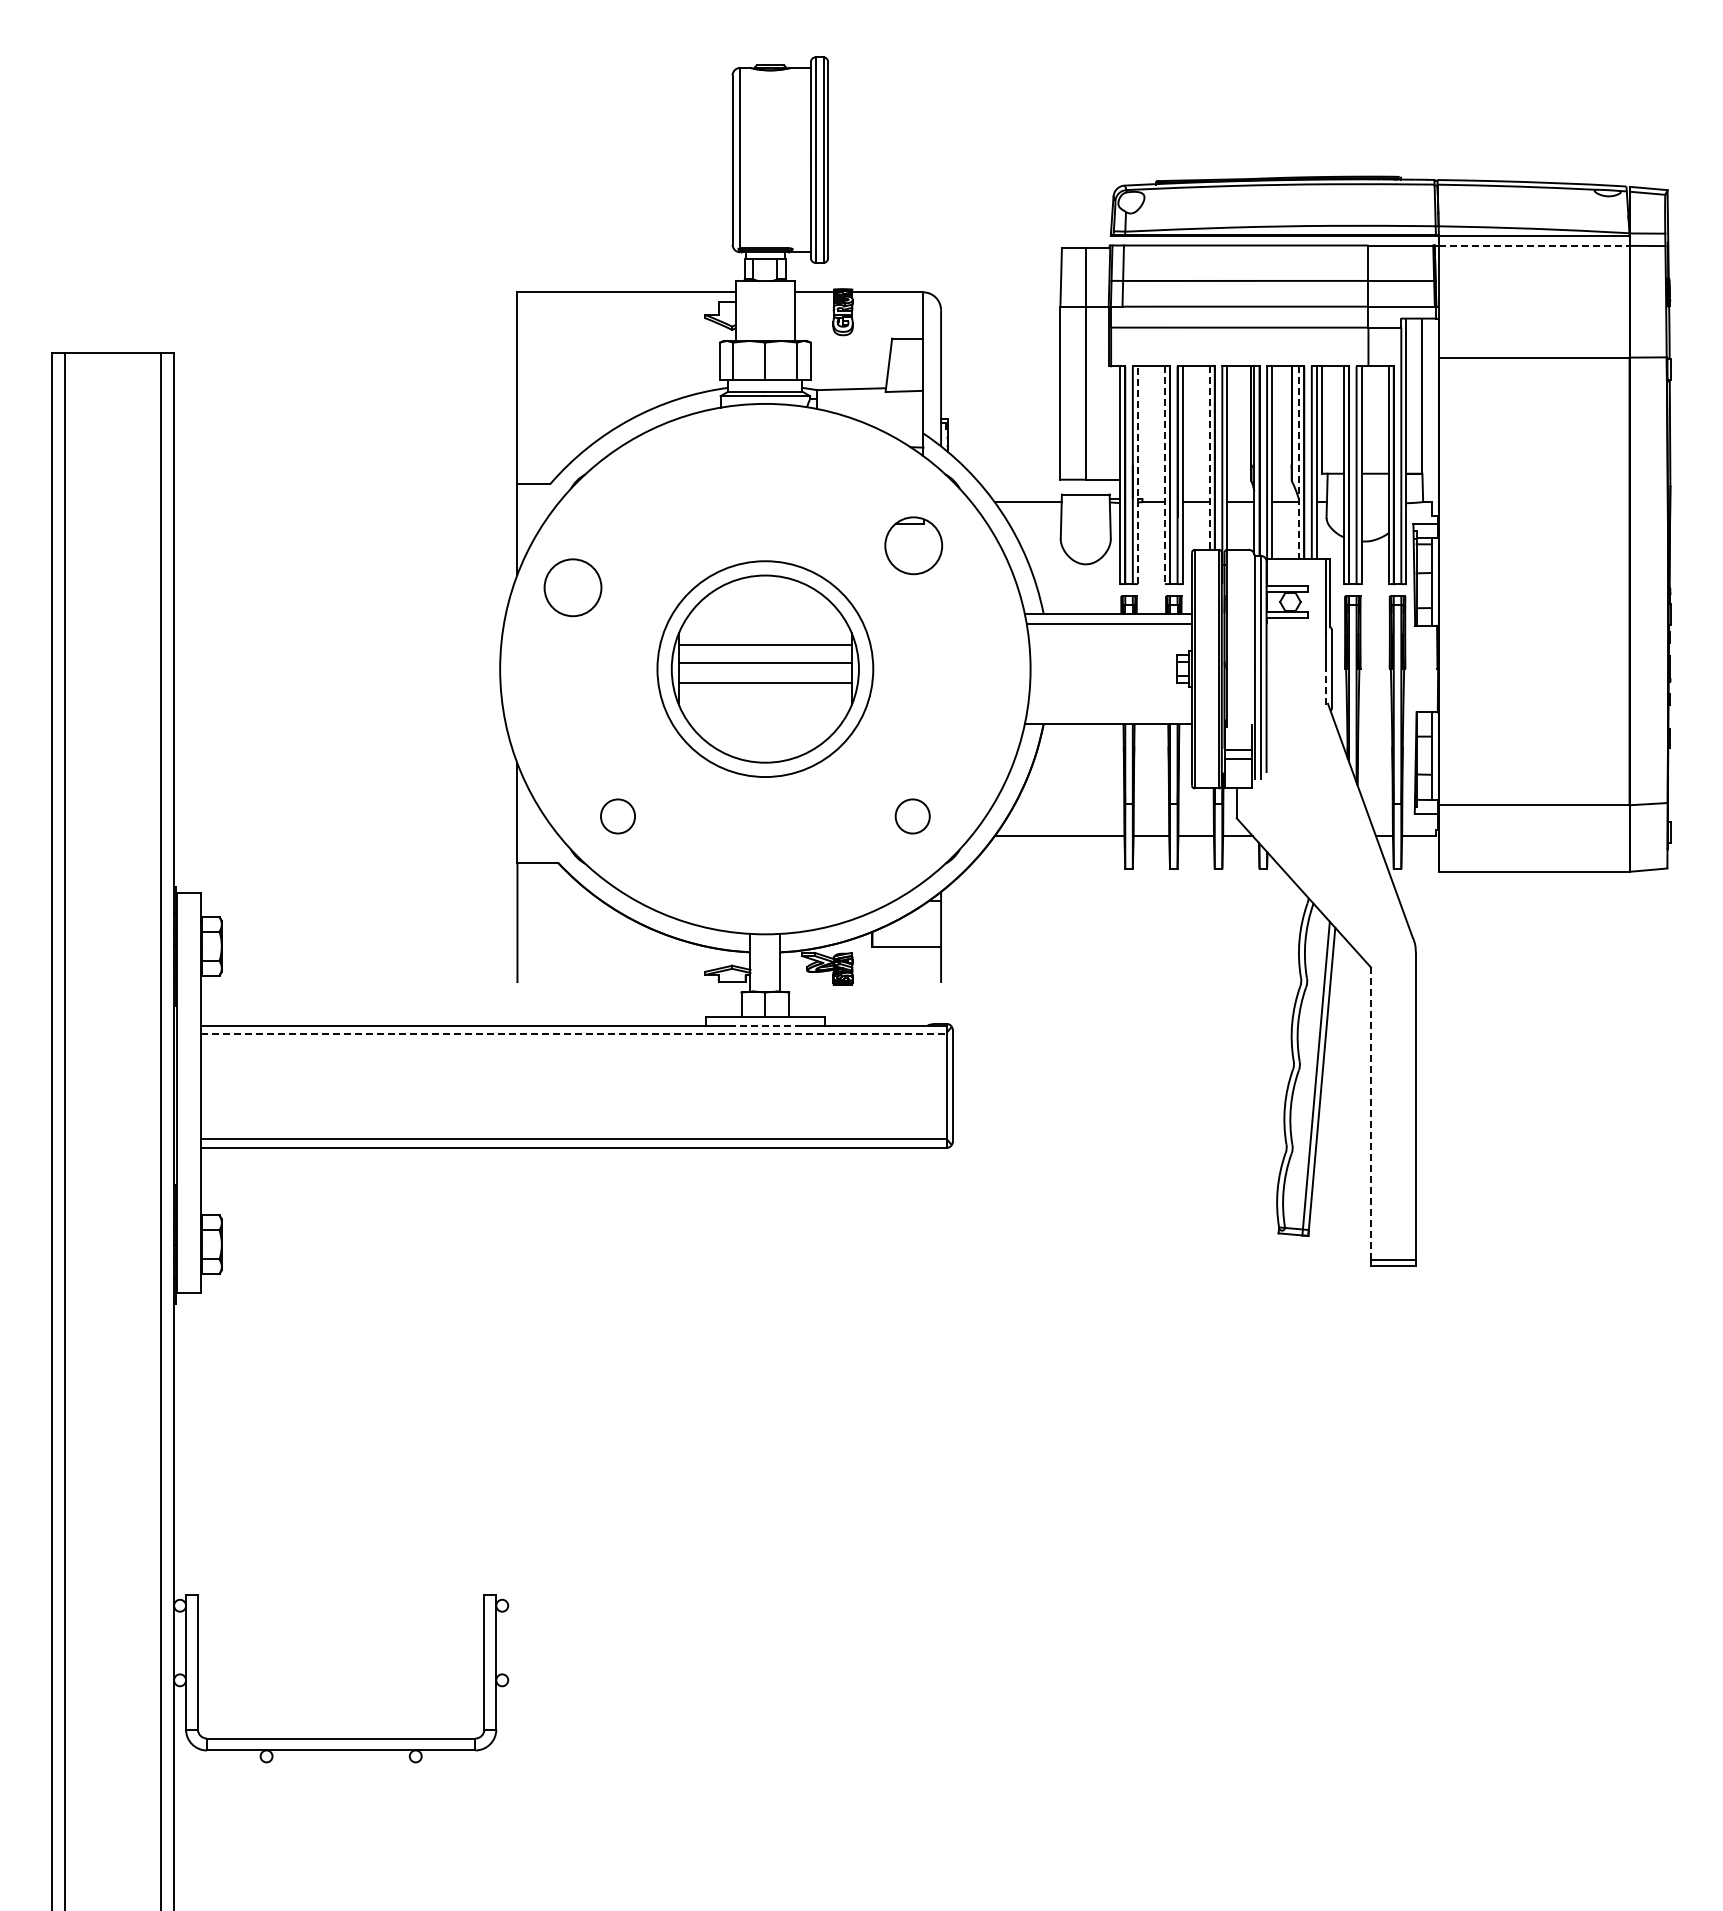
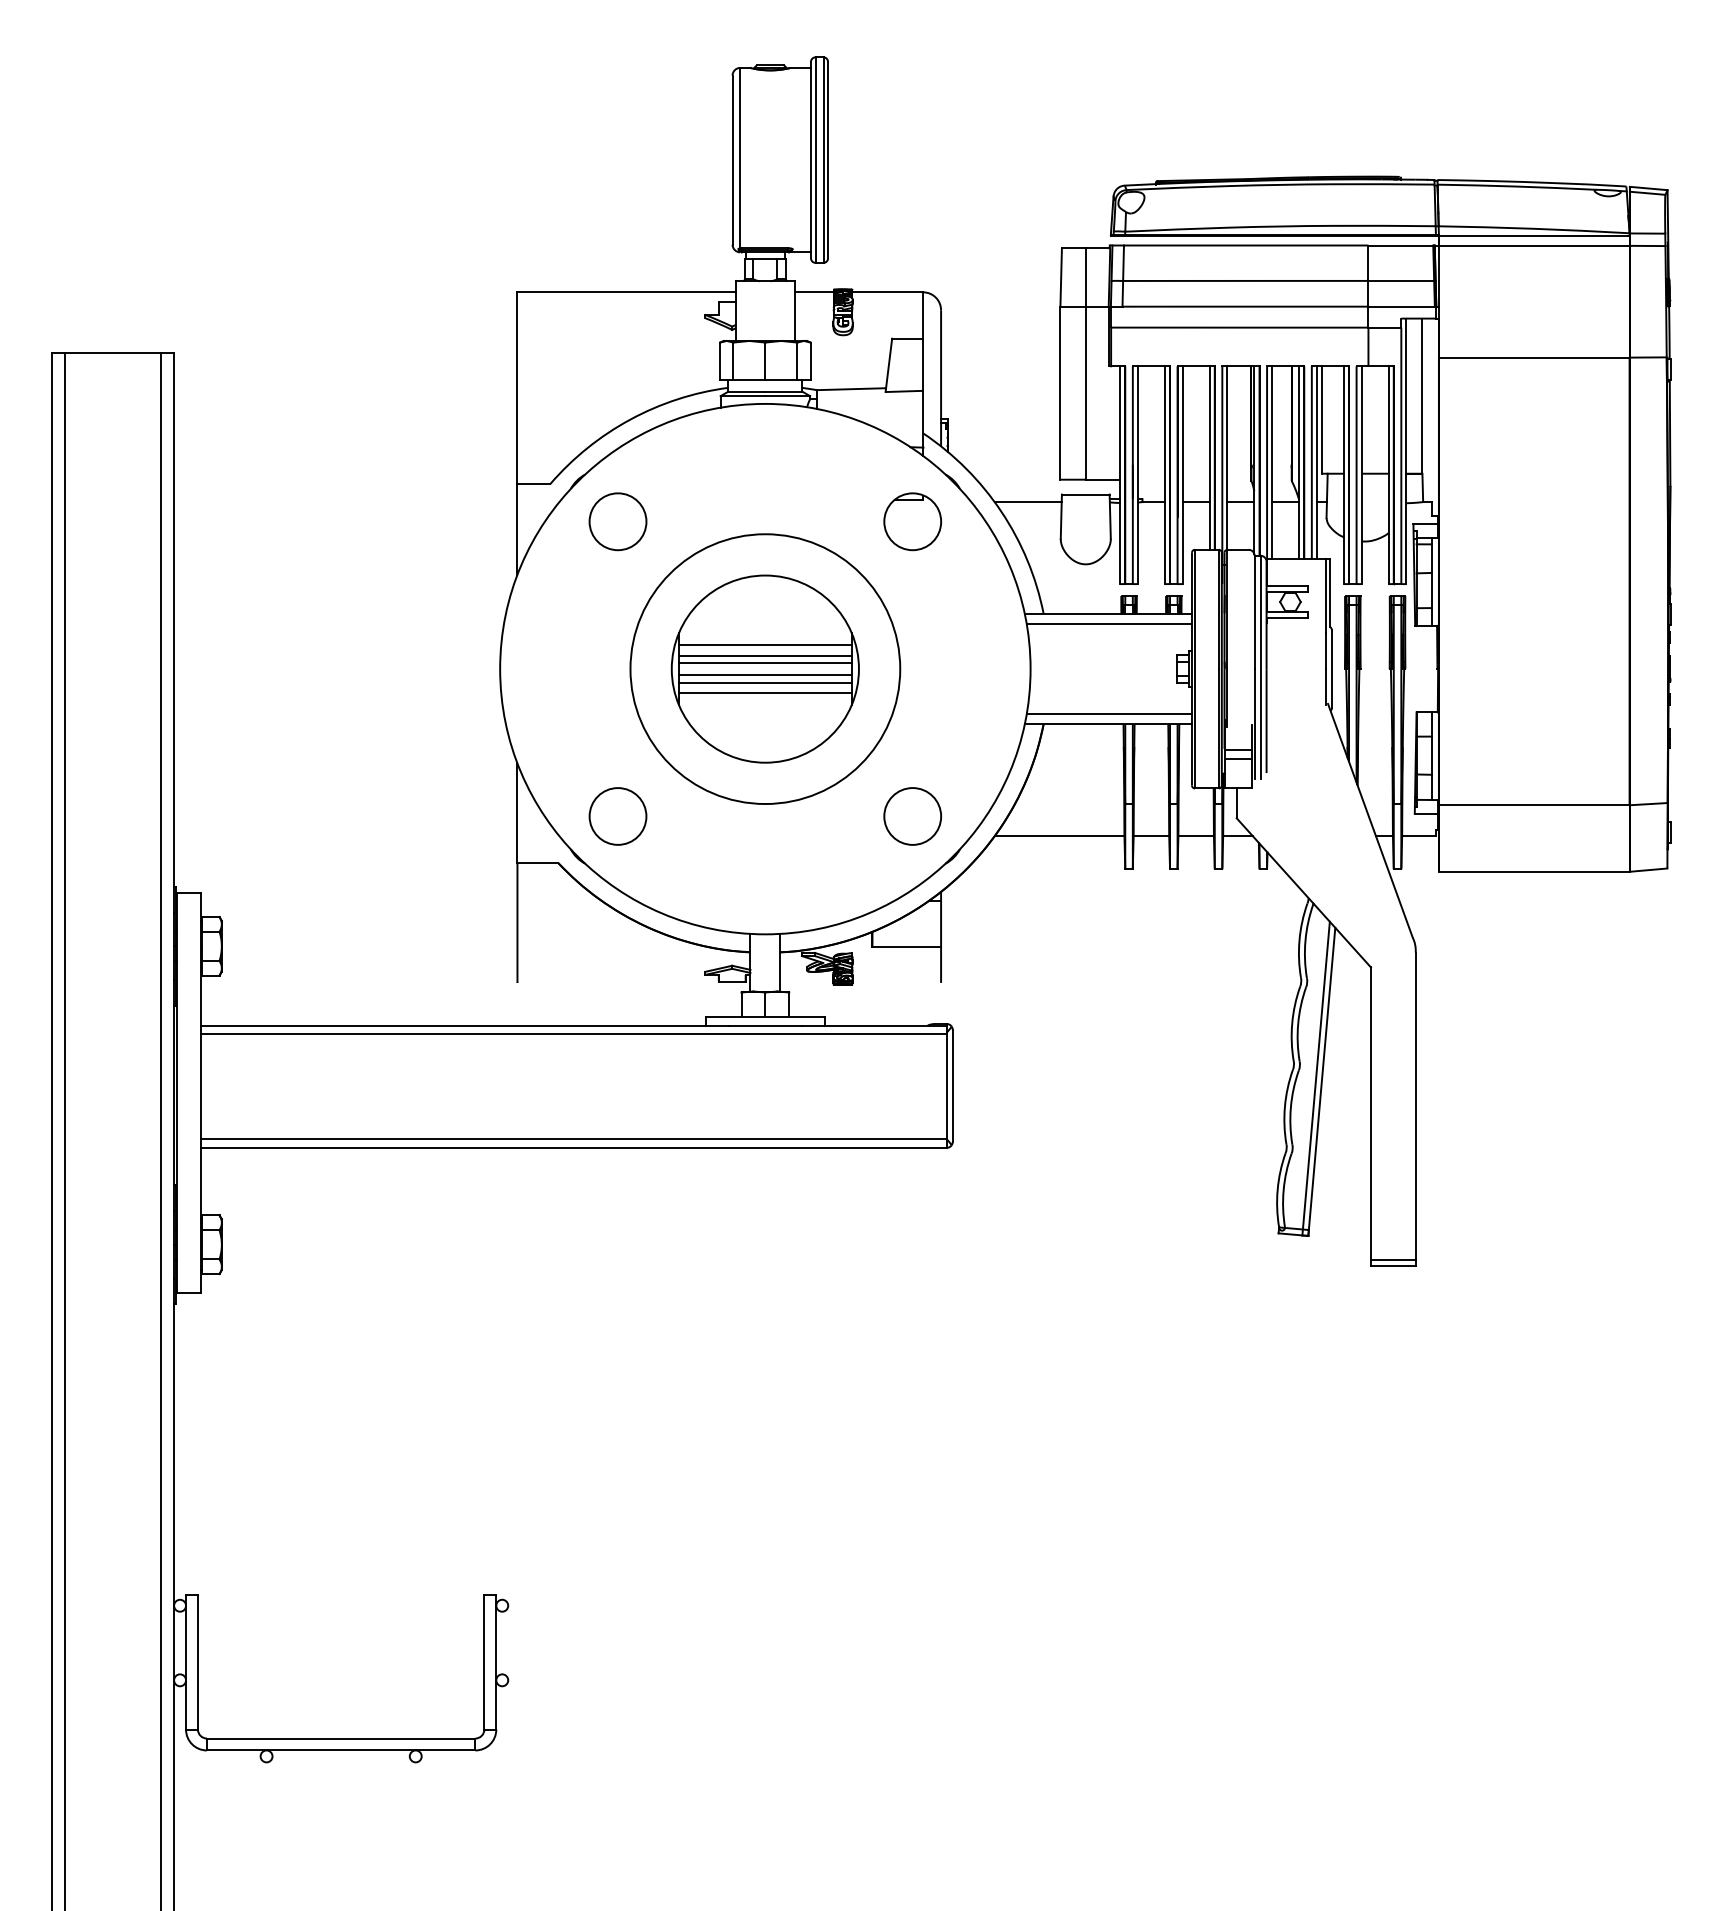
line at (1534, 245): dashed -> solid
line at (1209, 458): dashed -> solid
line at (1299, 463): dashed -> solid
line at (1137, 475): dashed -> solid
line at (1164, 475): dashed -> solid
part at (913, 545) position: (913, 545) -> (912, 521)
circle at (572, 587) position: (572, 587) -> (617, 521)
line at (764, 655): none -> present
circle at (765, 669) diameter: 216 px -> 270 px
line at (764, 675): none -> present
line at (1326, 687): dashed -> solid
line at (764, 693): none -> present
line at (1108, 713): none -> present
circle at (617, 816) size: 36x37 px -> 60x59 px
circle at (912, 816) diameter: 34 px -> 57 px
line at (765, 1025): dashed -> solid
line at (573, 1034): dashed -> solid
line at (1370, 1113): dashed -> solid
